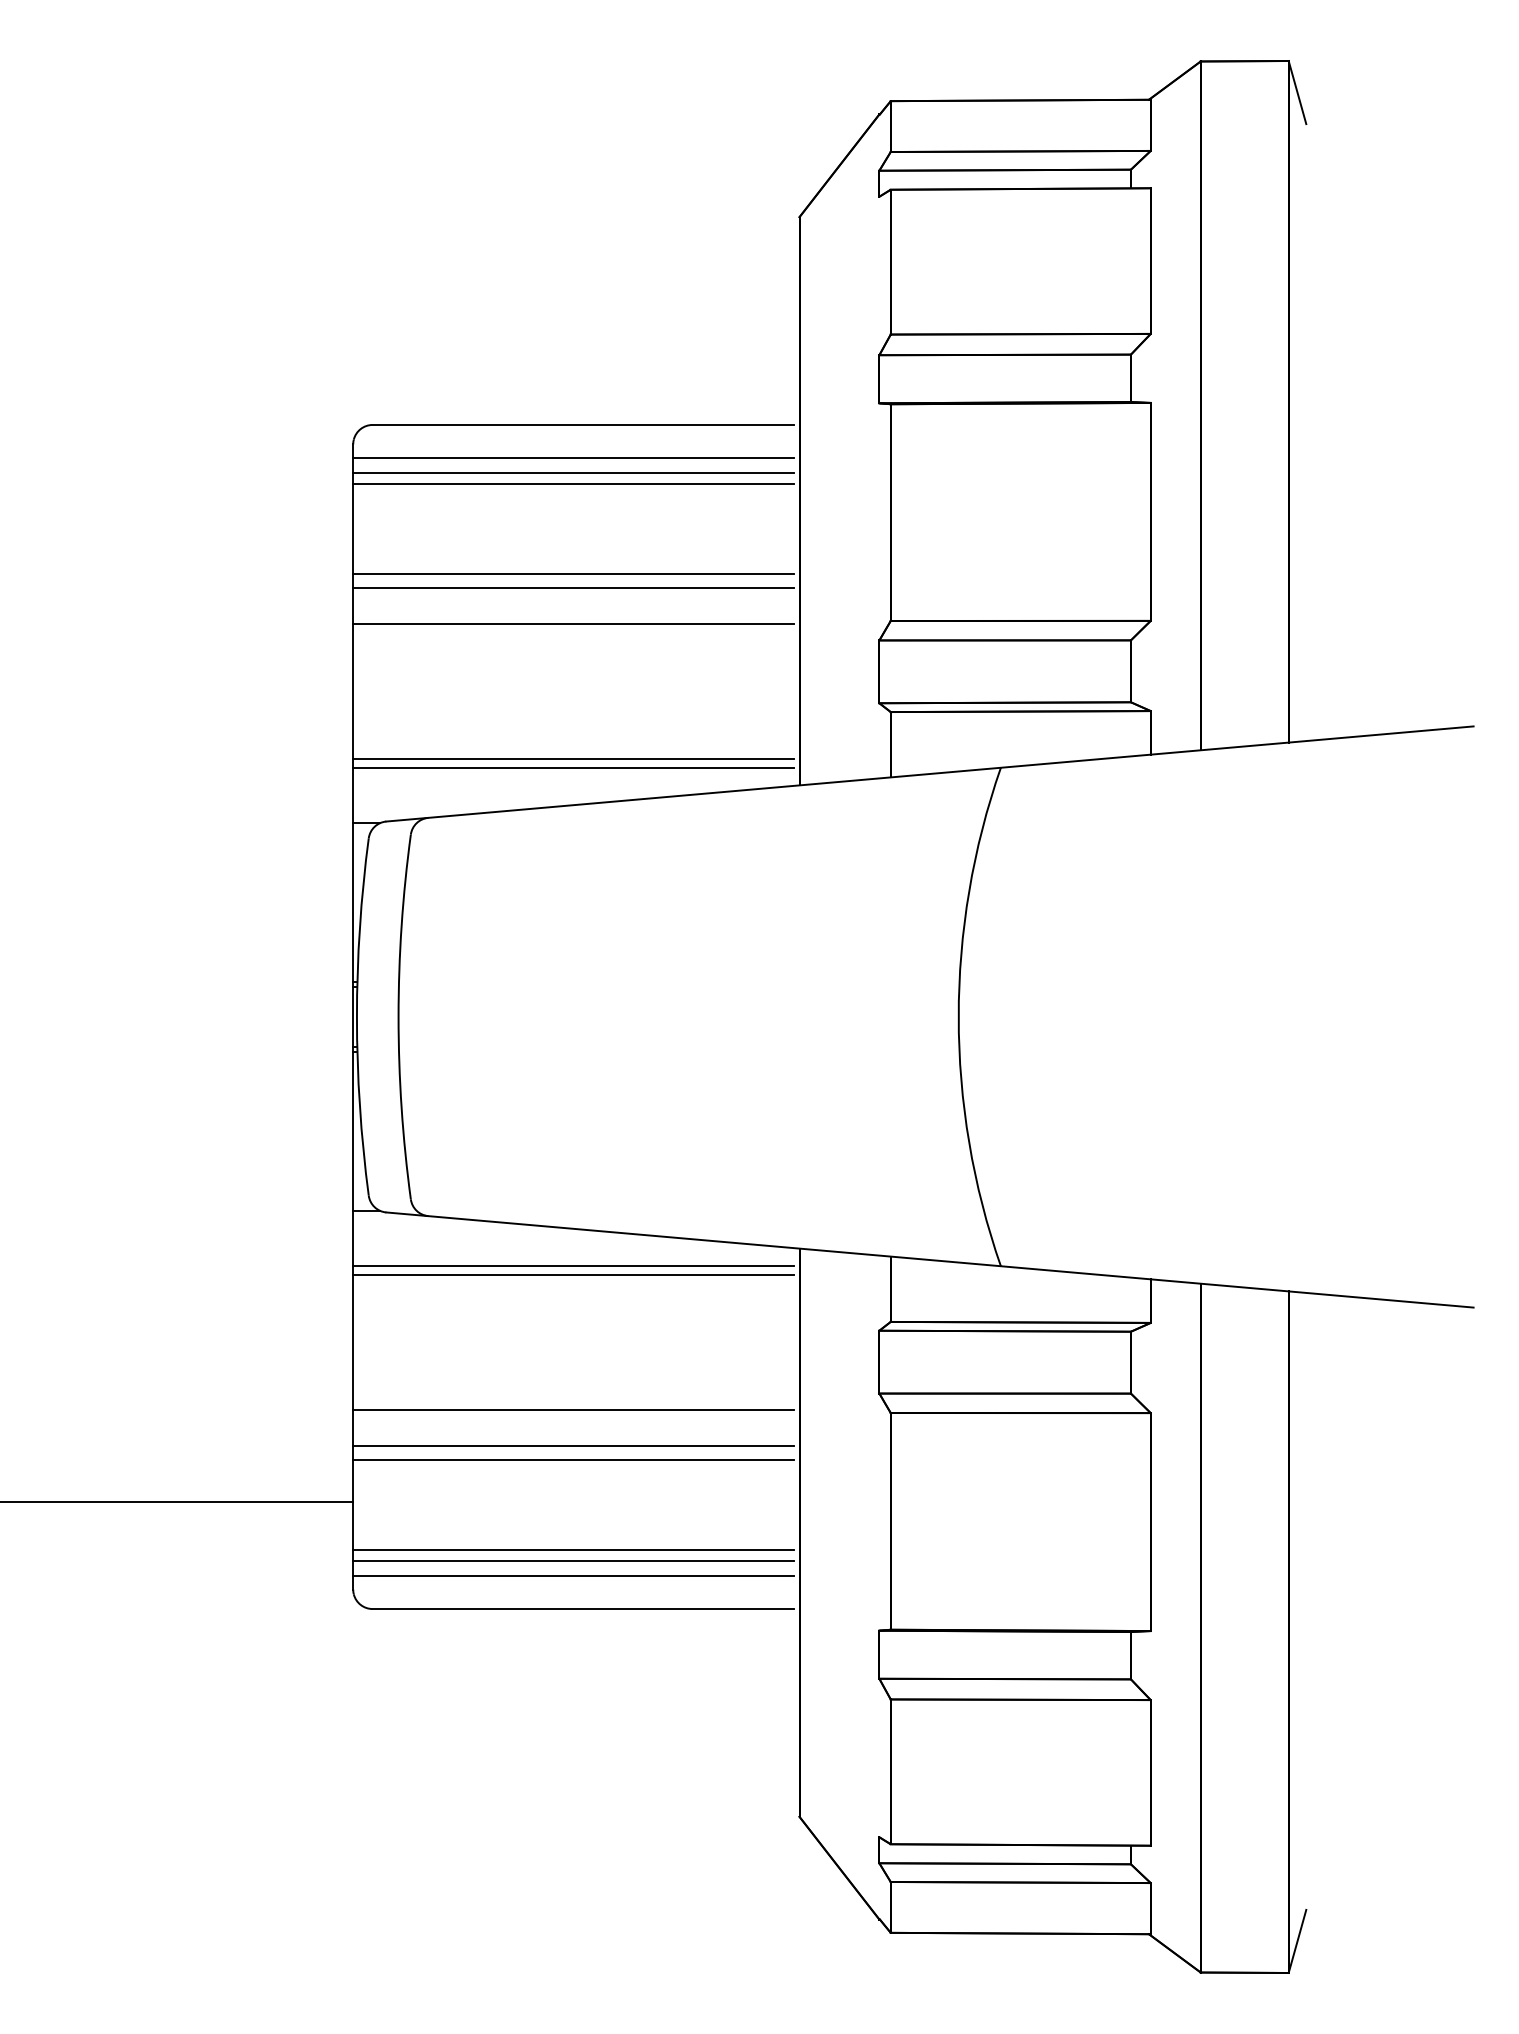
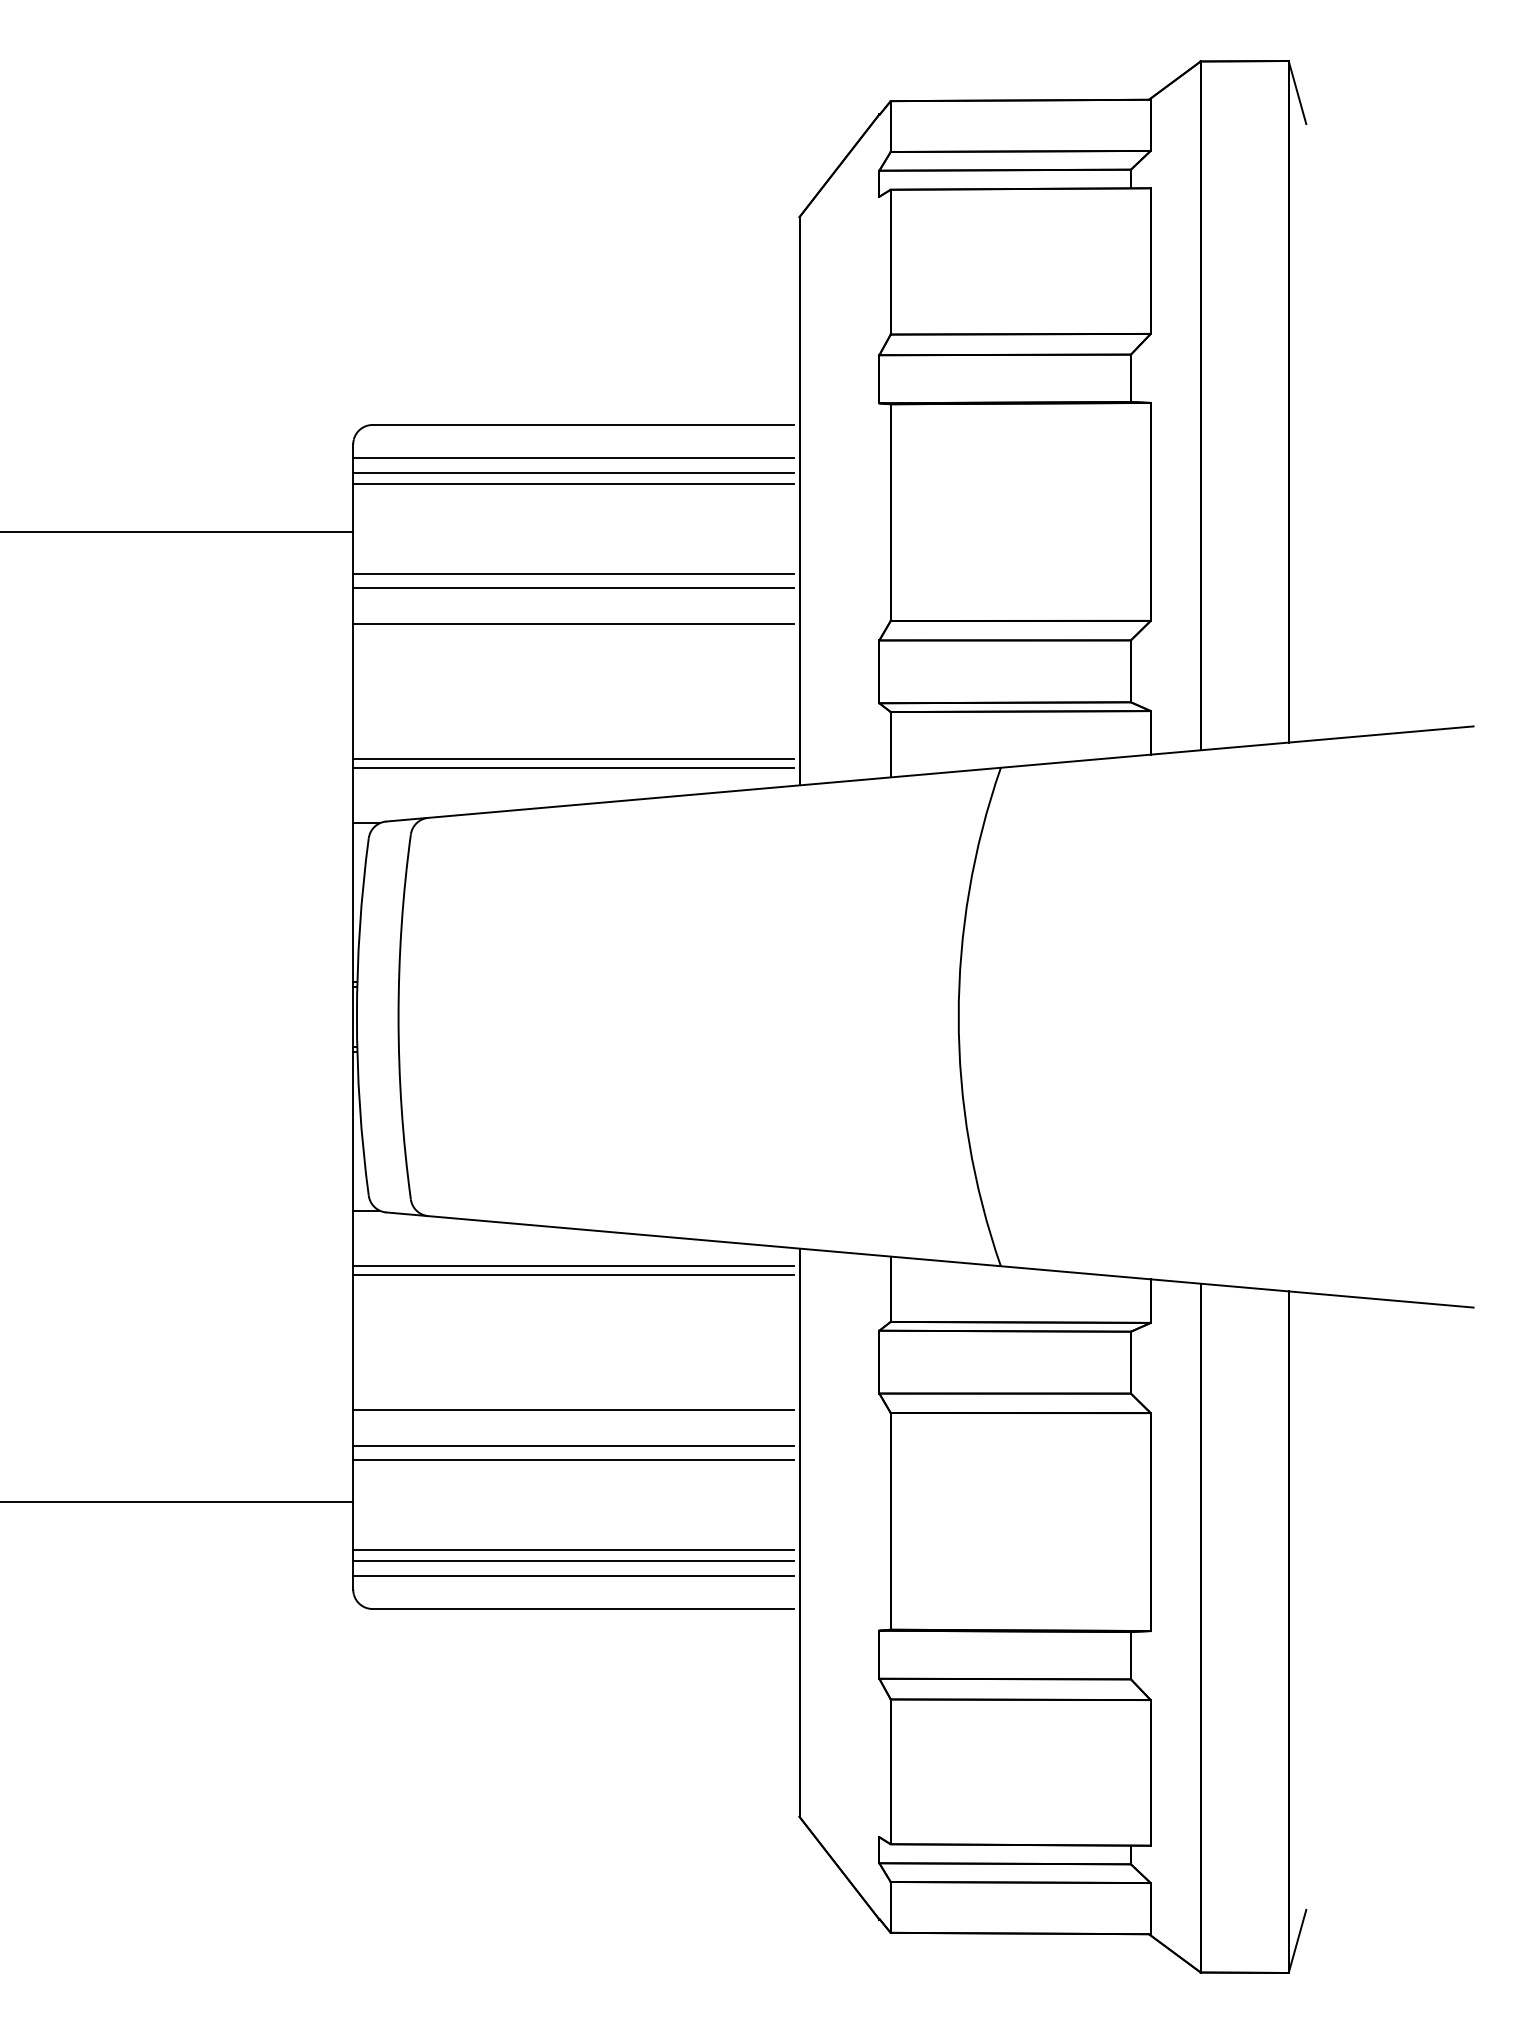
line at (177, 531): none -> present
